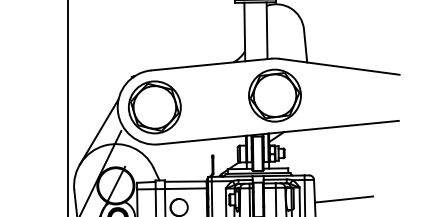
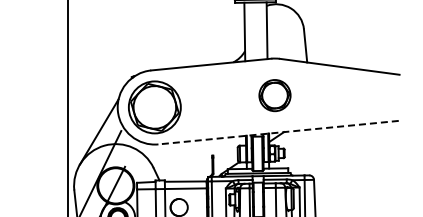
part at (274, 95) size: 54x55 px -> 34x34 px
line at (278, 132): solid -> dashed
line at (343, 199): present -> none
